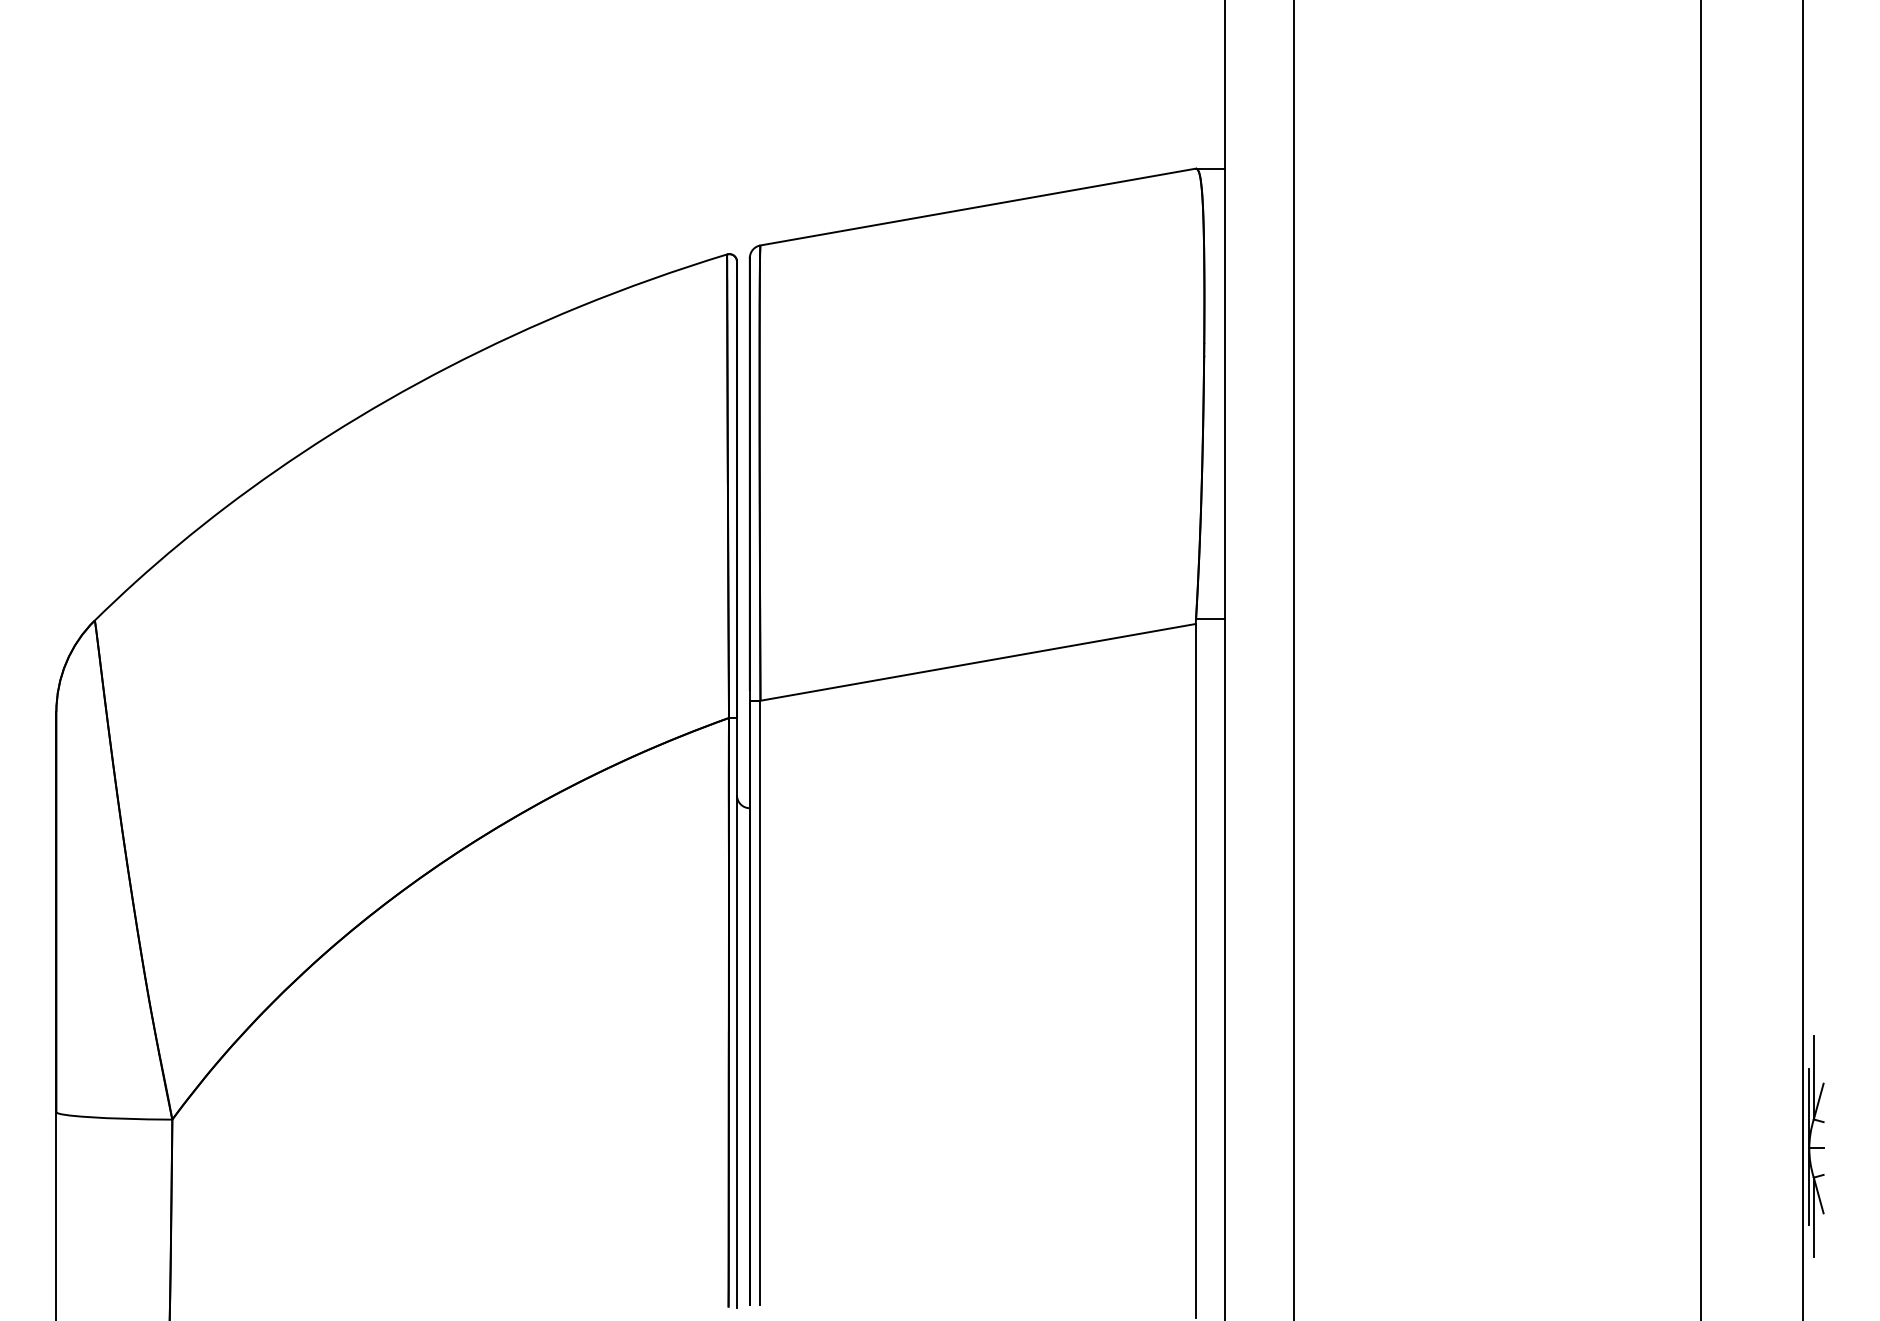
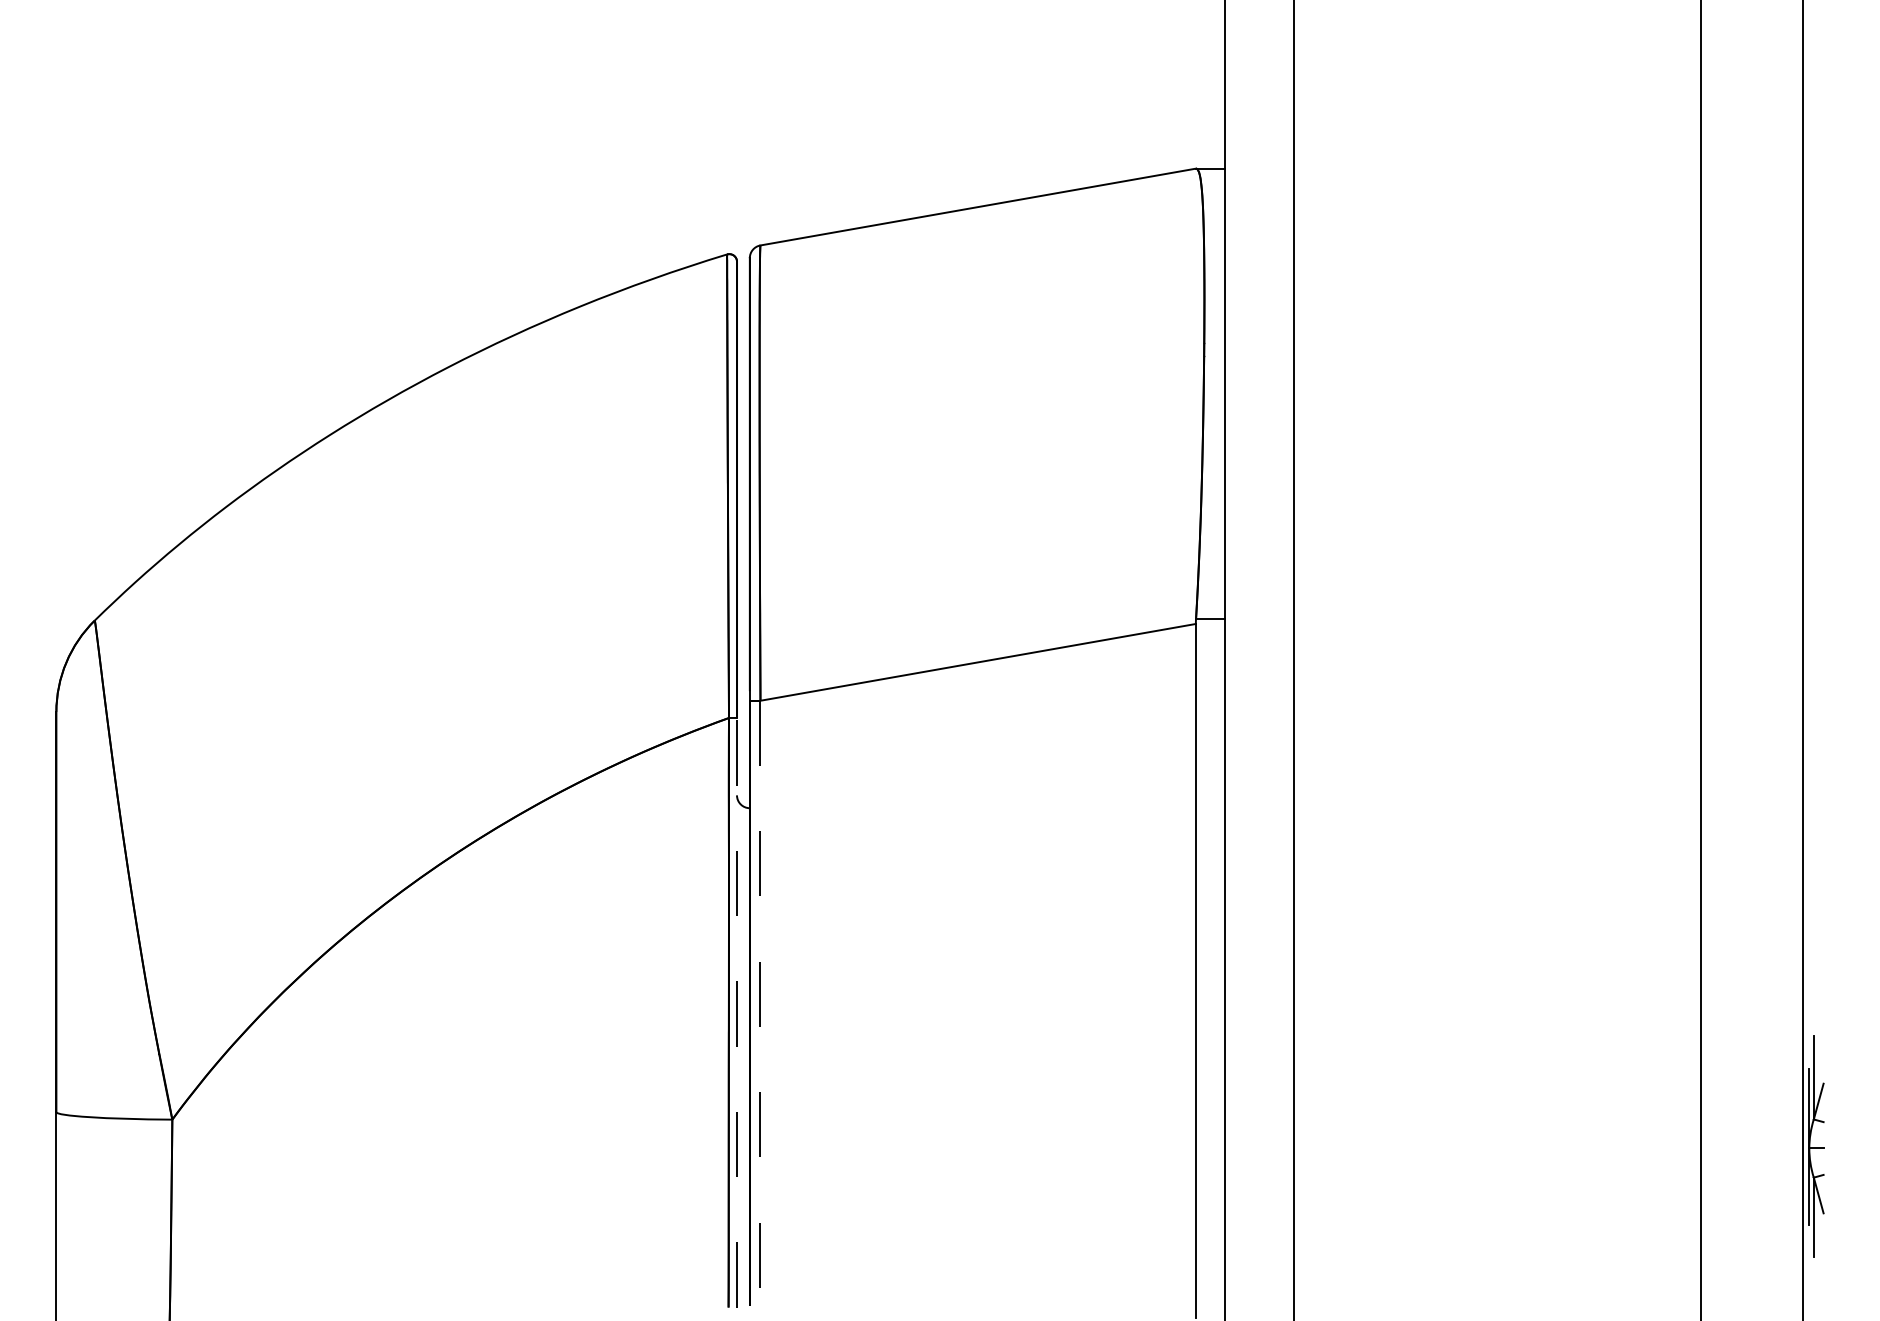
line at (760, 1003): solid -> dashed
line at (737, 1012): solid -> dashed
